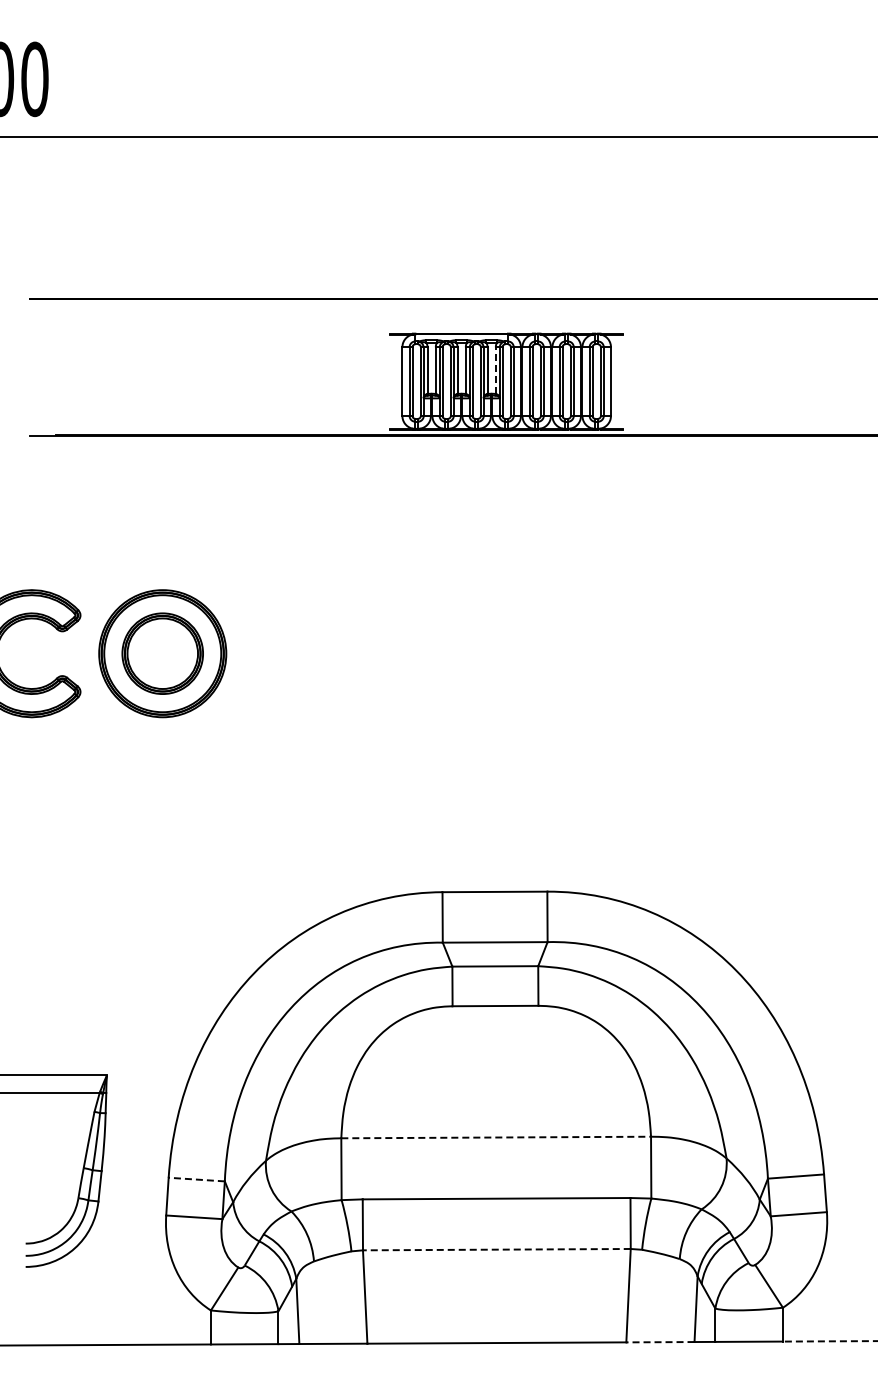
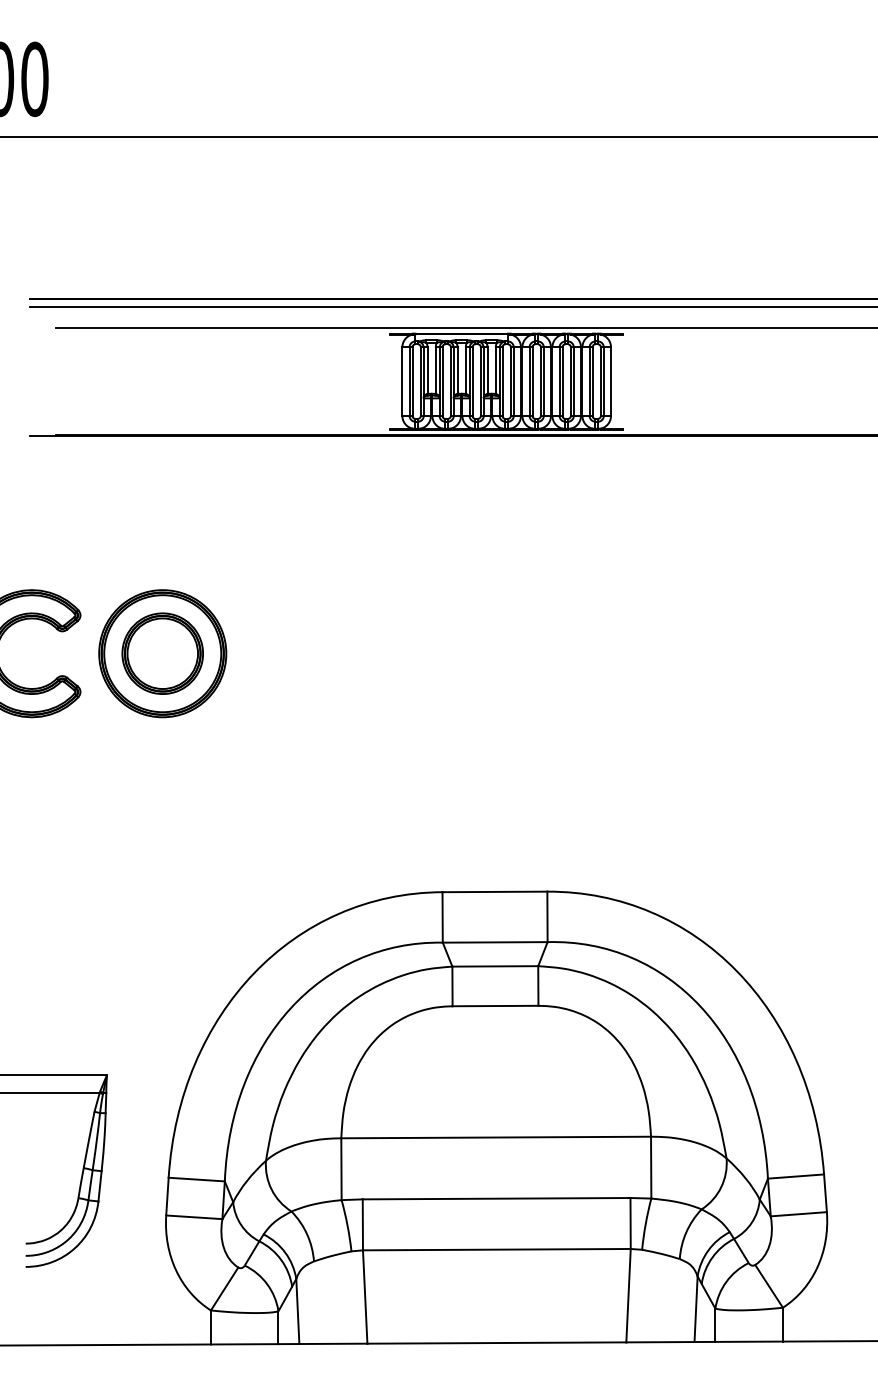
line at (451, 306): none -> present
line at (464, 328): none -> present
line at (495, 370): dashed -> solid
line at (496, 1137): dashed -> solid
line at (196, 1179): dashed -> solid
line at (496, 1249): dashed -> solid
line at (829, 1341): dashed -> solid
line at (659, 1342): dashed -> solid
